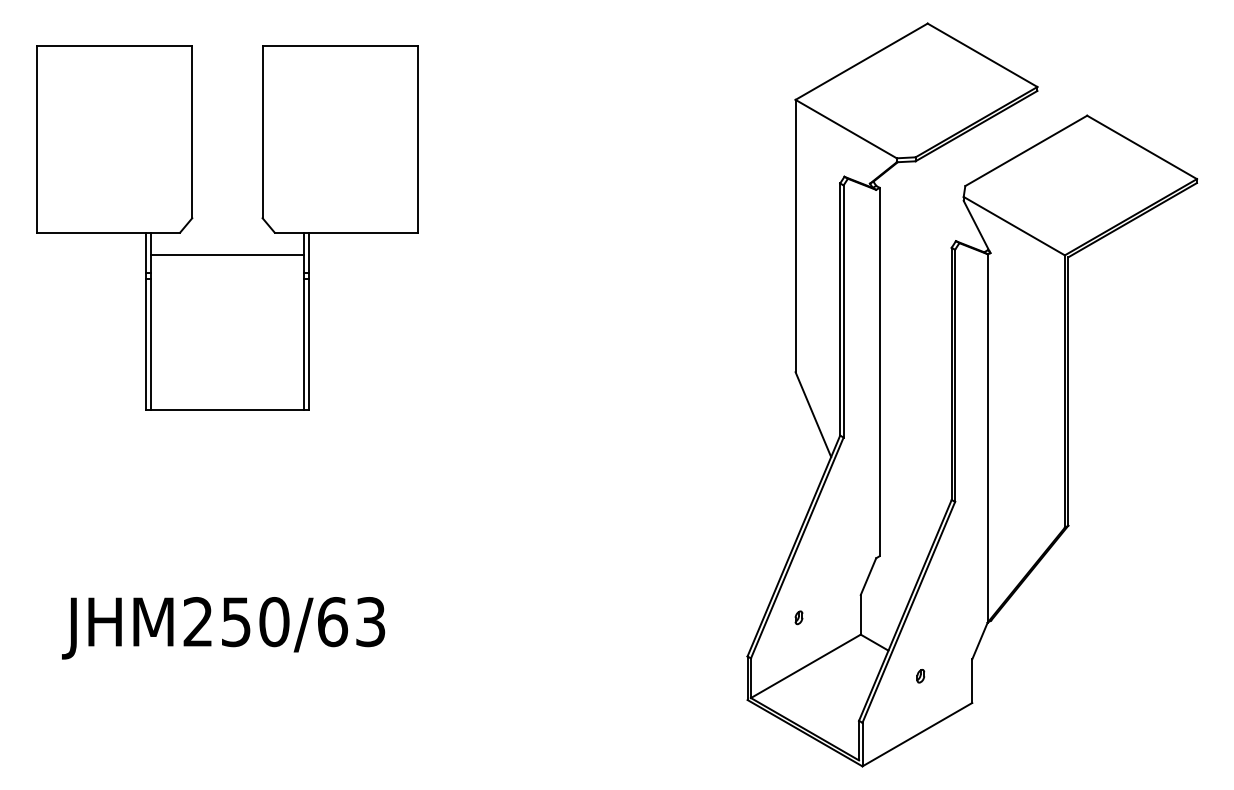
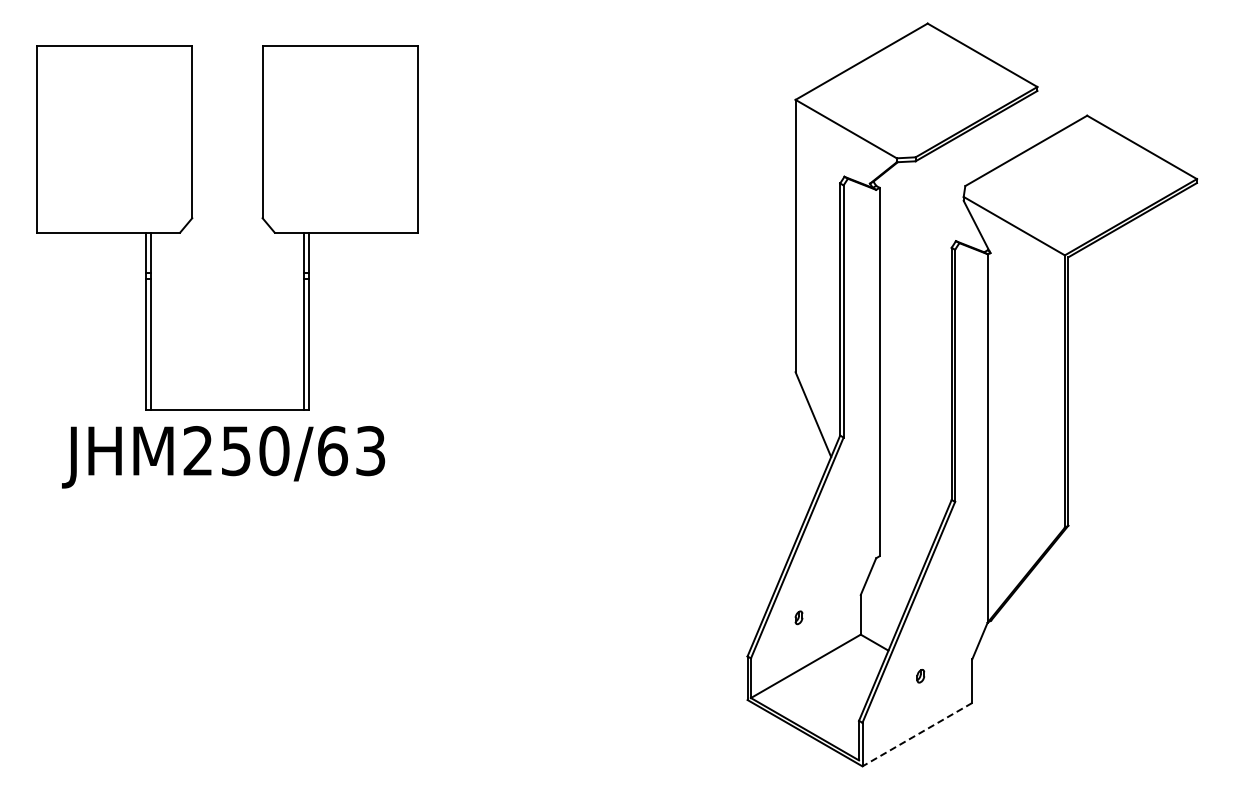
line at (227, 254): present -> none
text at (223, 628) position: (223, 628) -> (223, 457)
line at (916, 734): solid -> dashed
